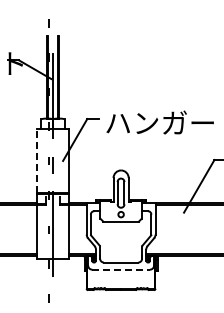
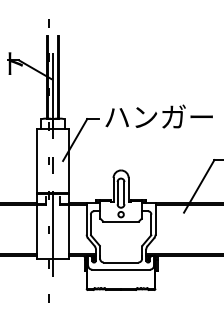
text at (159, 122) position: (159, 122) -> (158, 116)
line at (37, 160): dashed -> solid
line at (121, 269): dashed -> solid
